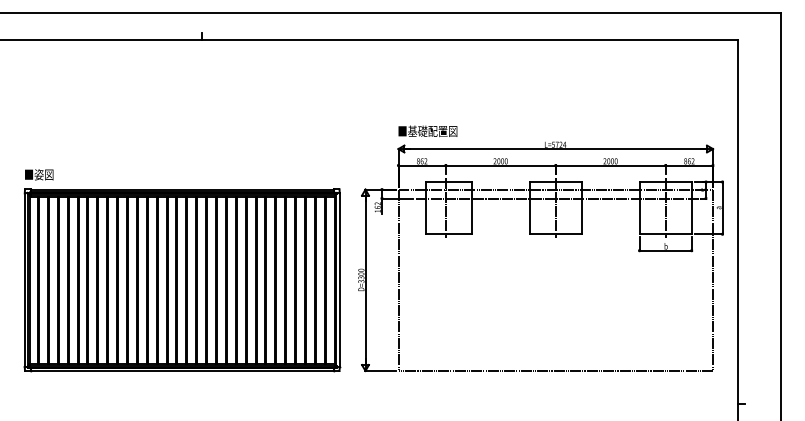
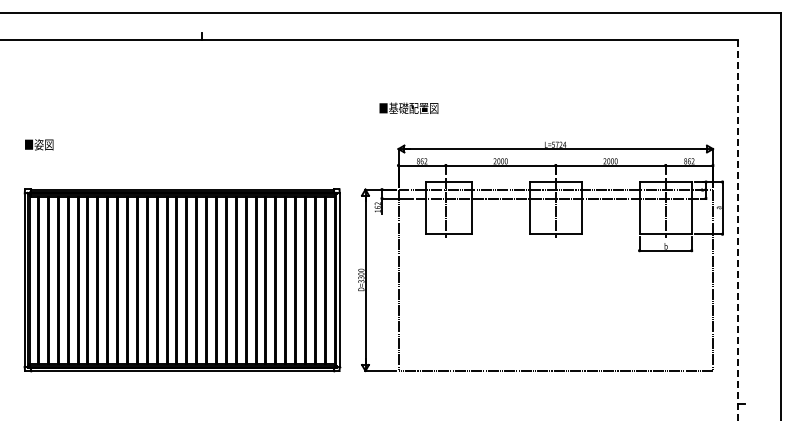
text at (427, 130) position: (427, 130) -> (408, 107)
text at (39, 174) position: (39, 174) -> (39, 144)
line at (738, 230): solid -> dashed
